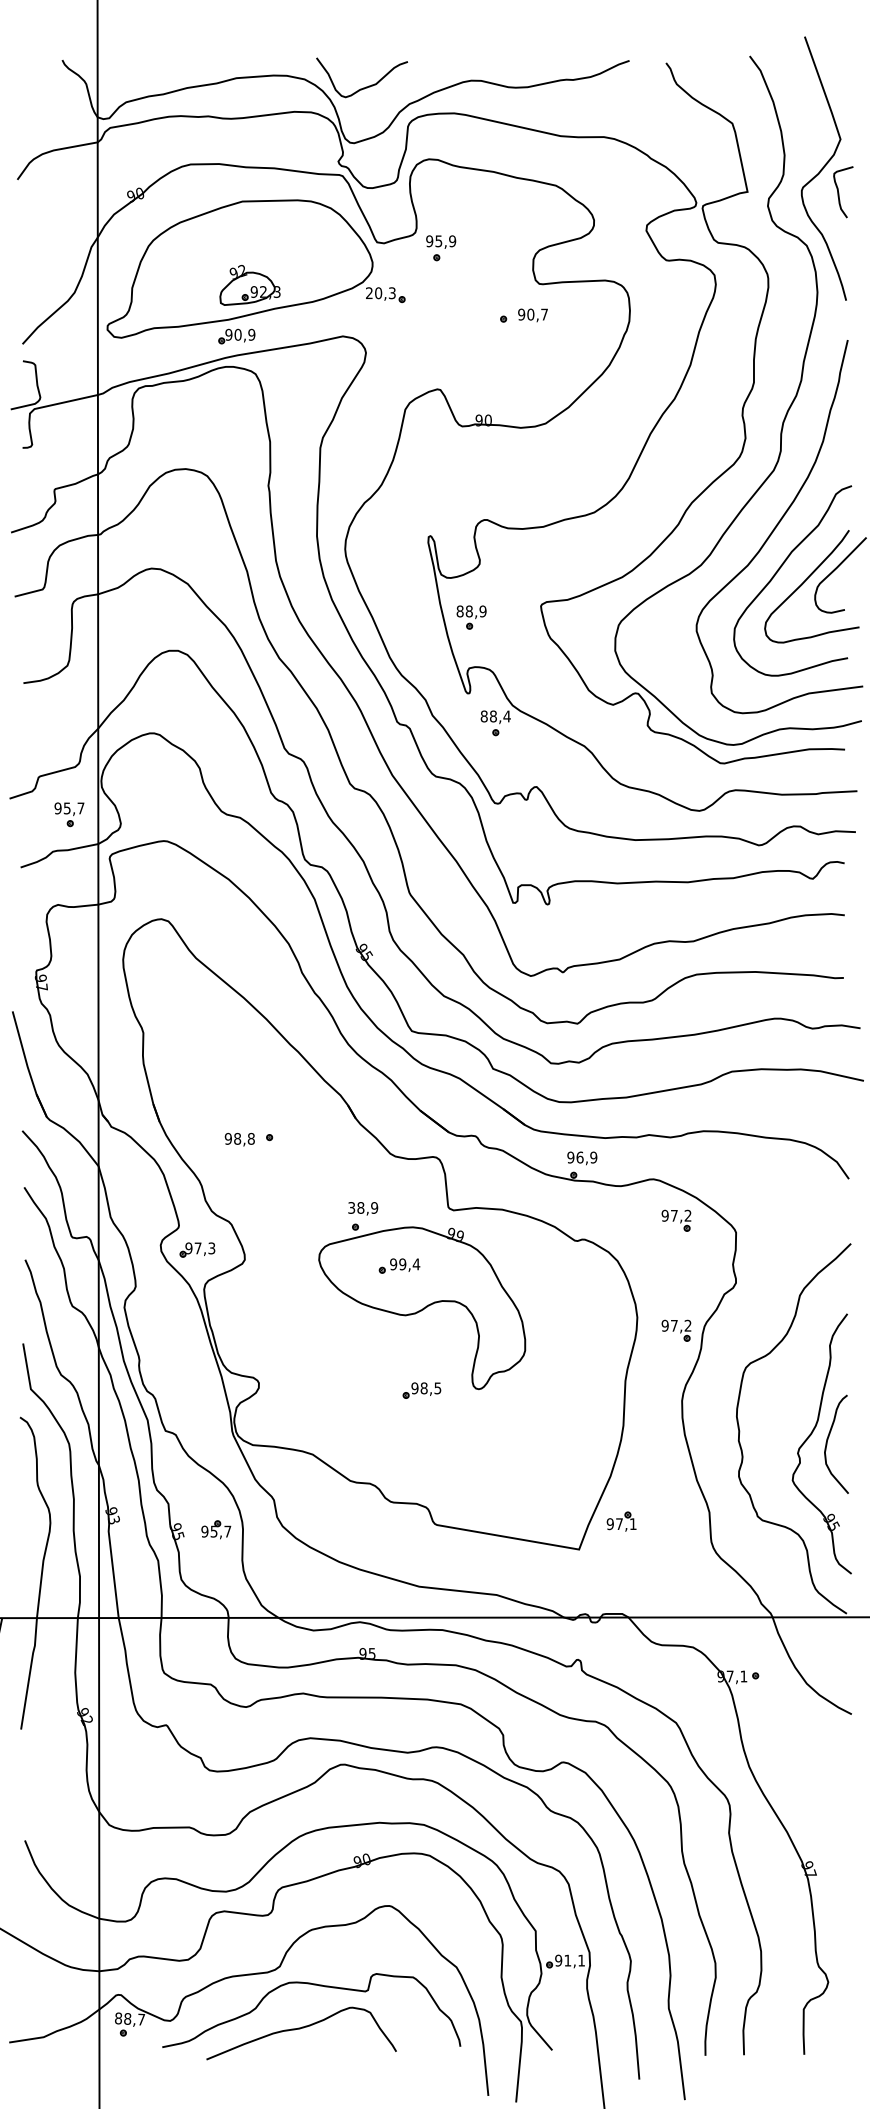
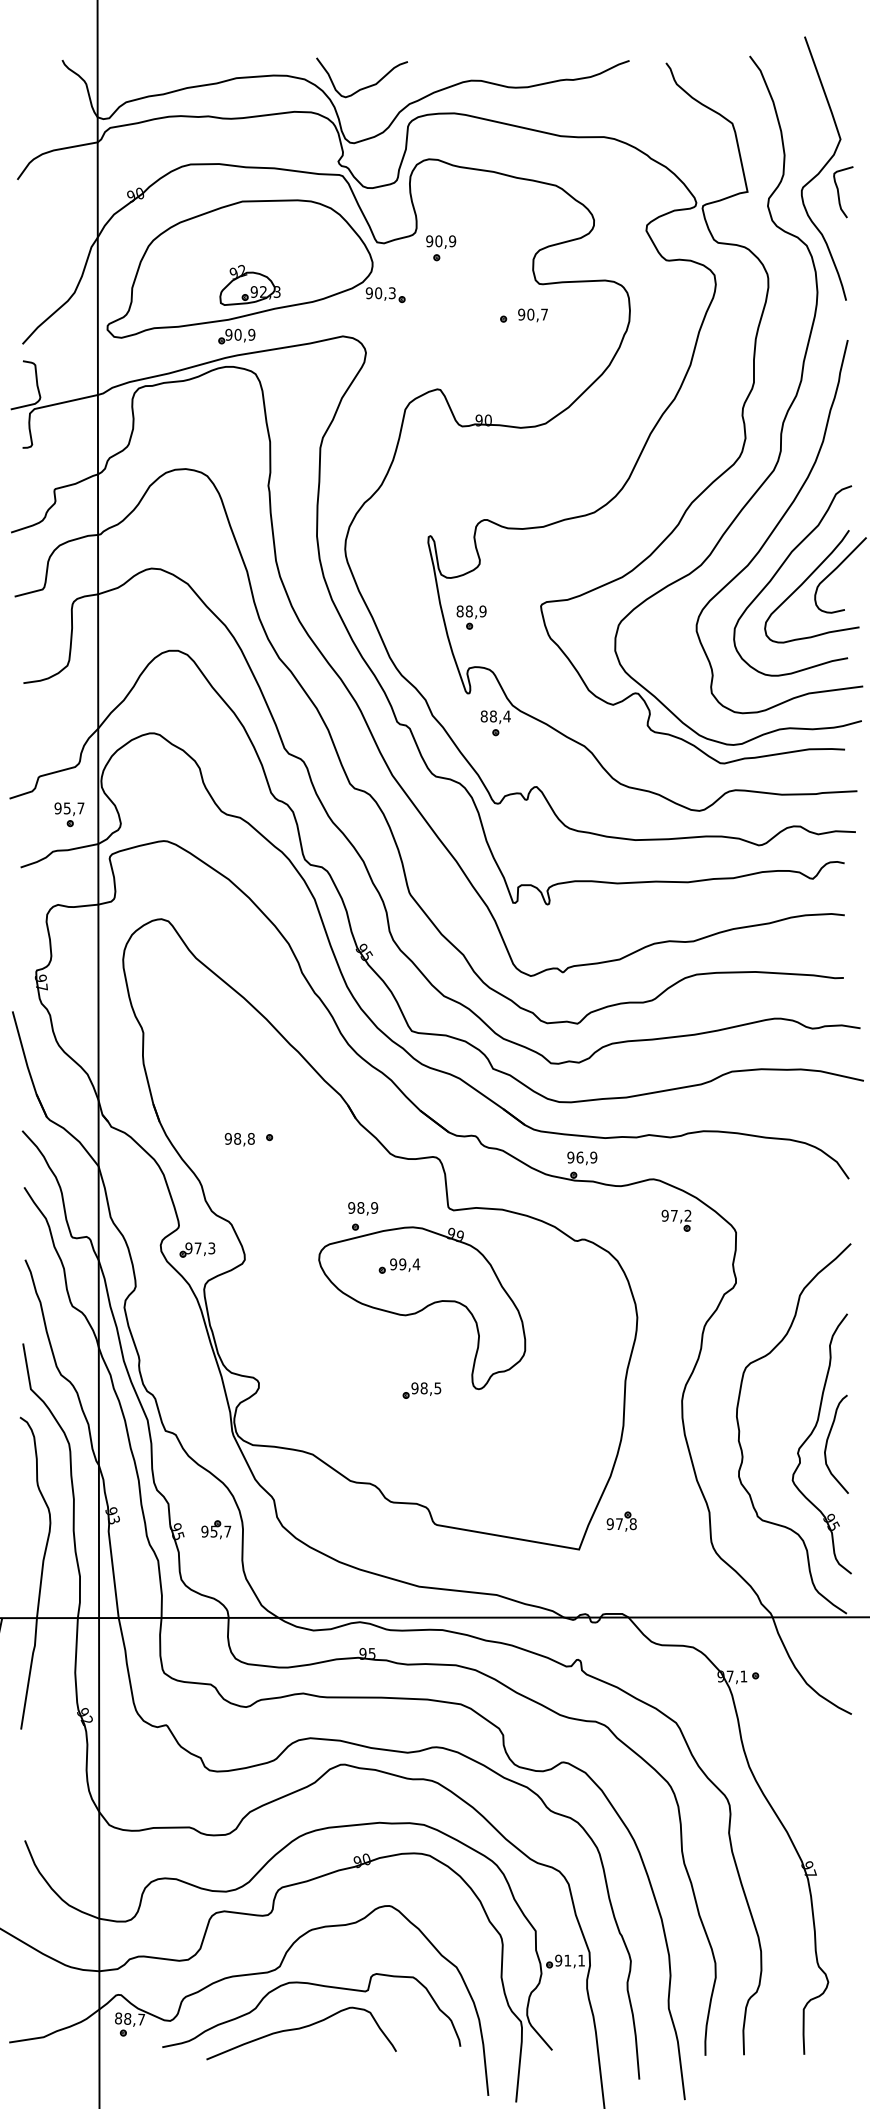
text at (438, 241): 95,9 -> 90,9
text at (368, 293): 20,3 -> 90,3
text at (351, 1207): 38,9 -> 98,9
part at (676, 1330): present -> none
text at (632, 1524): 97,1 -> 97,8
